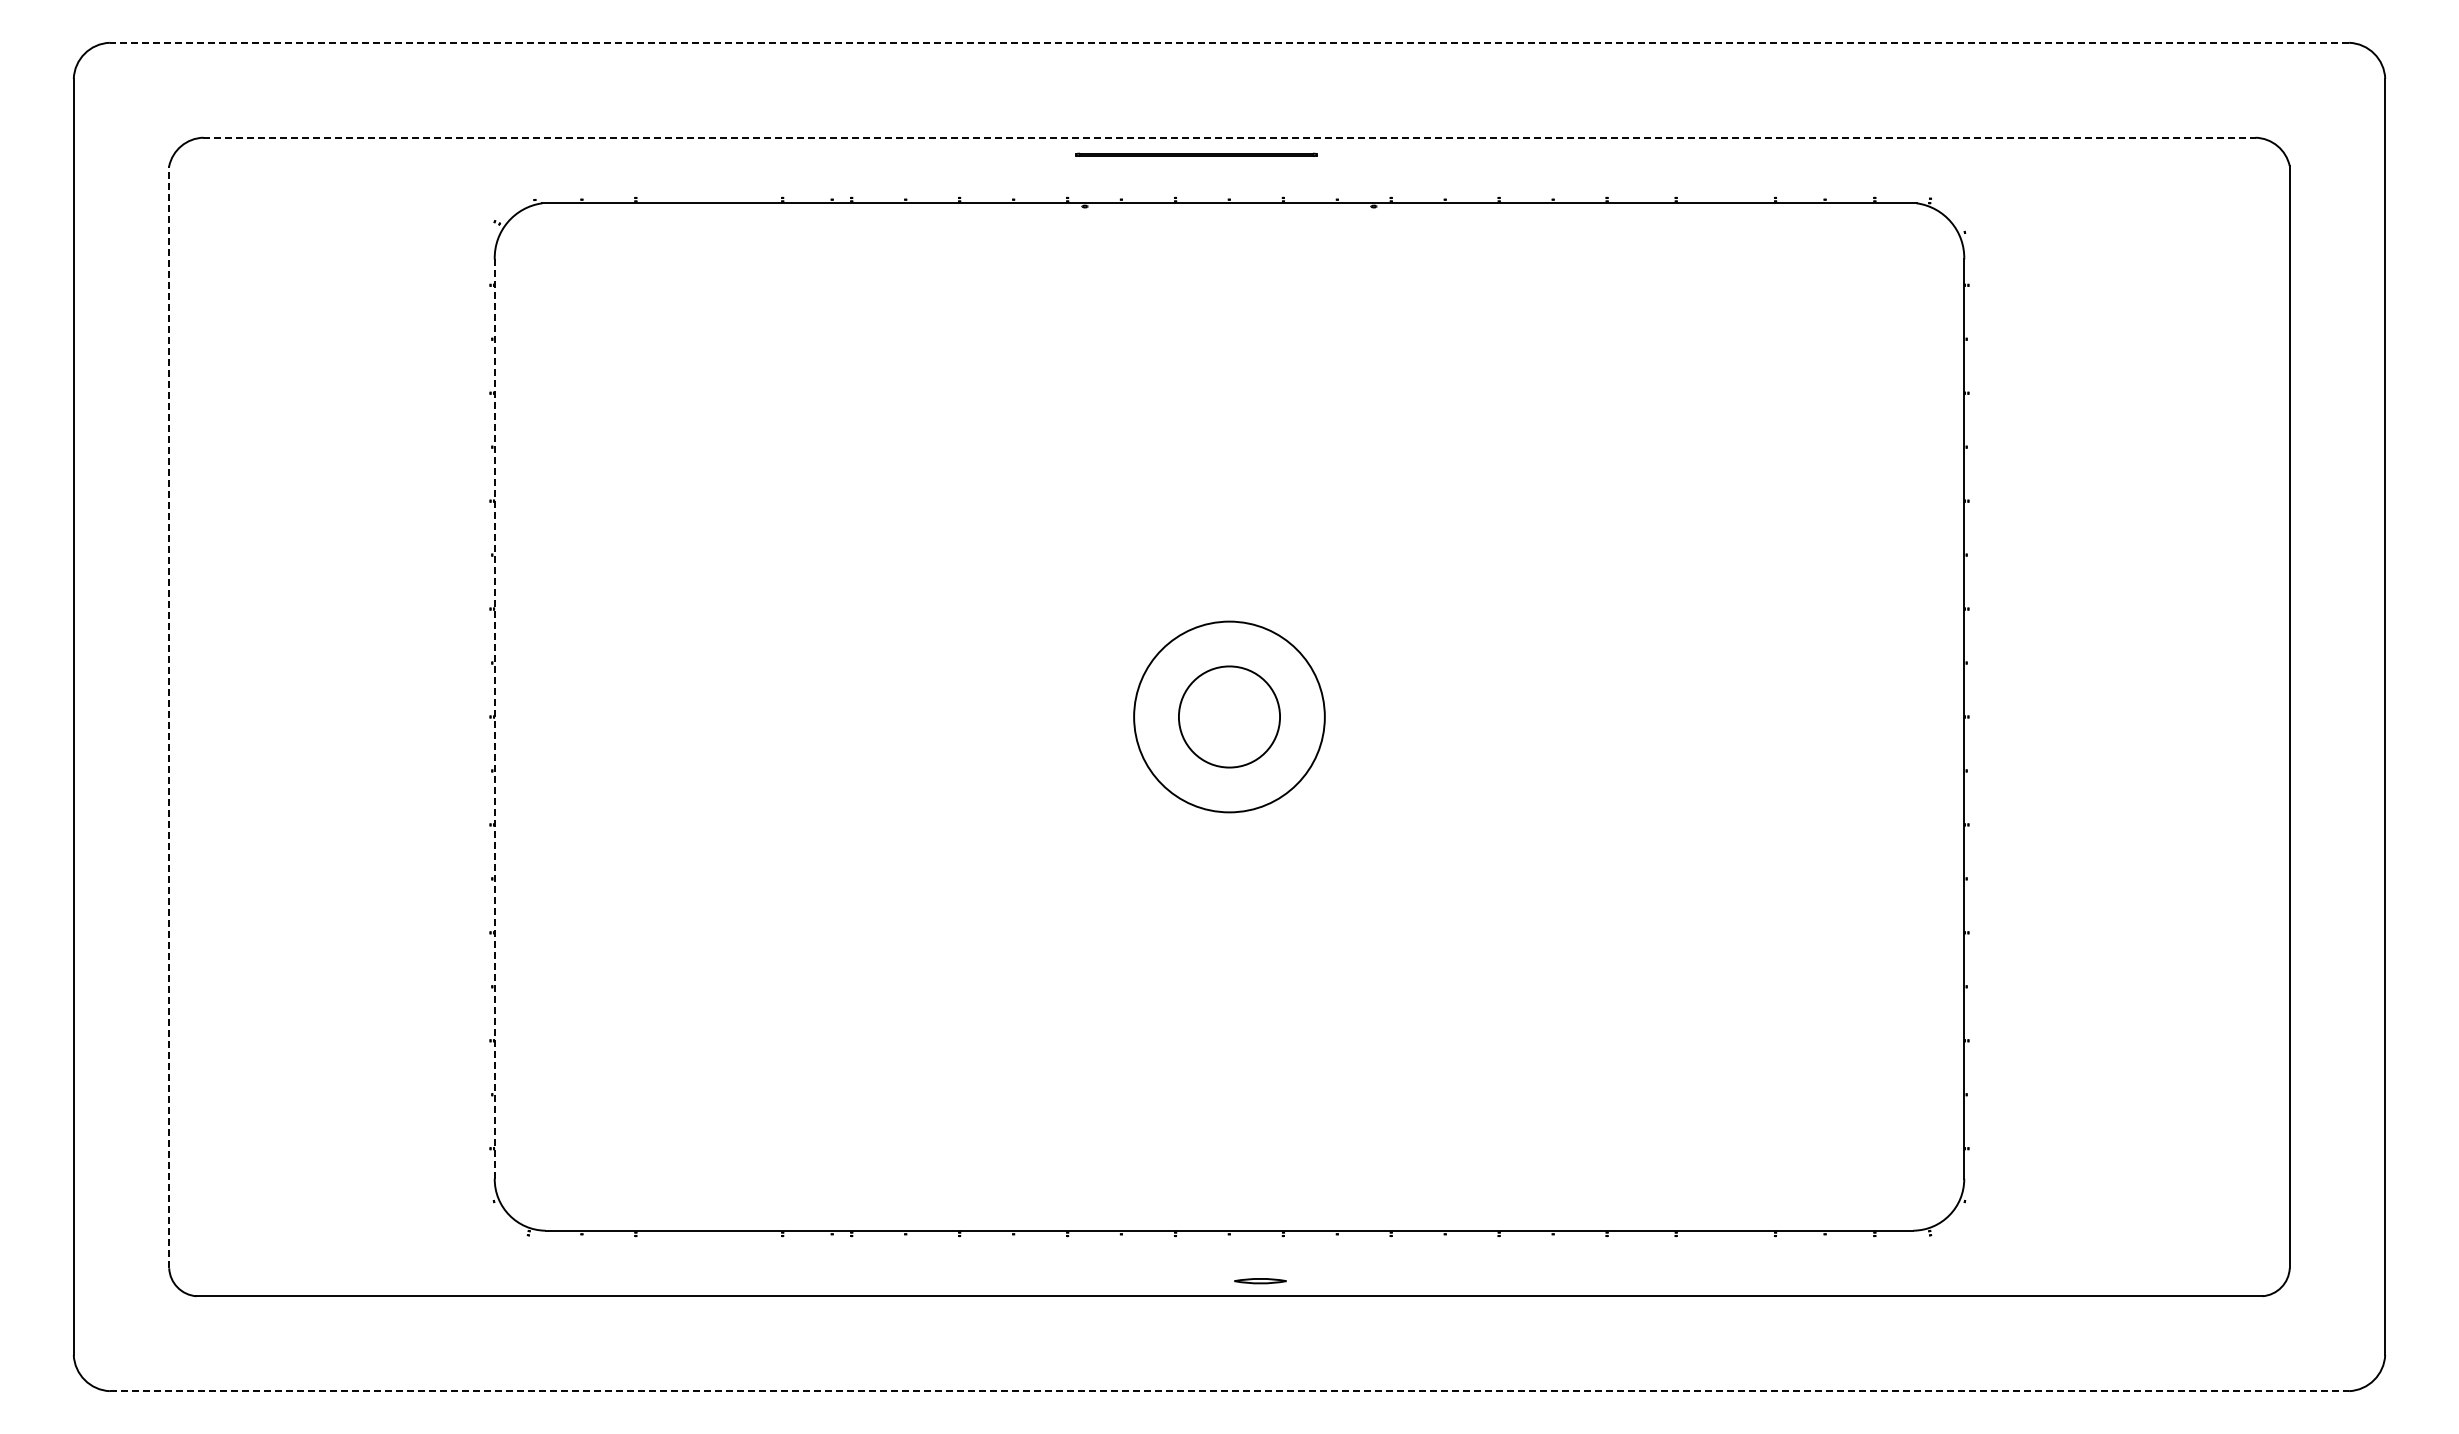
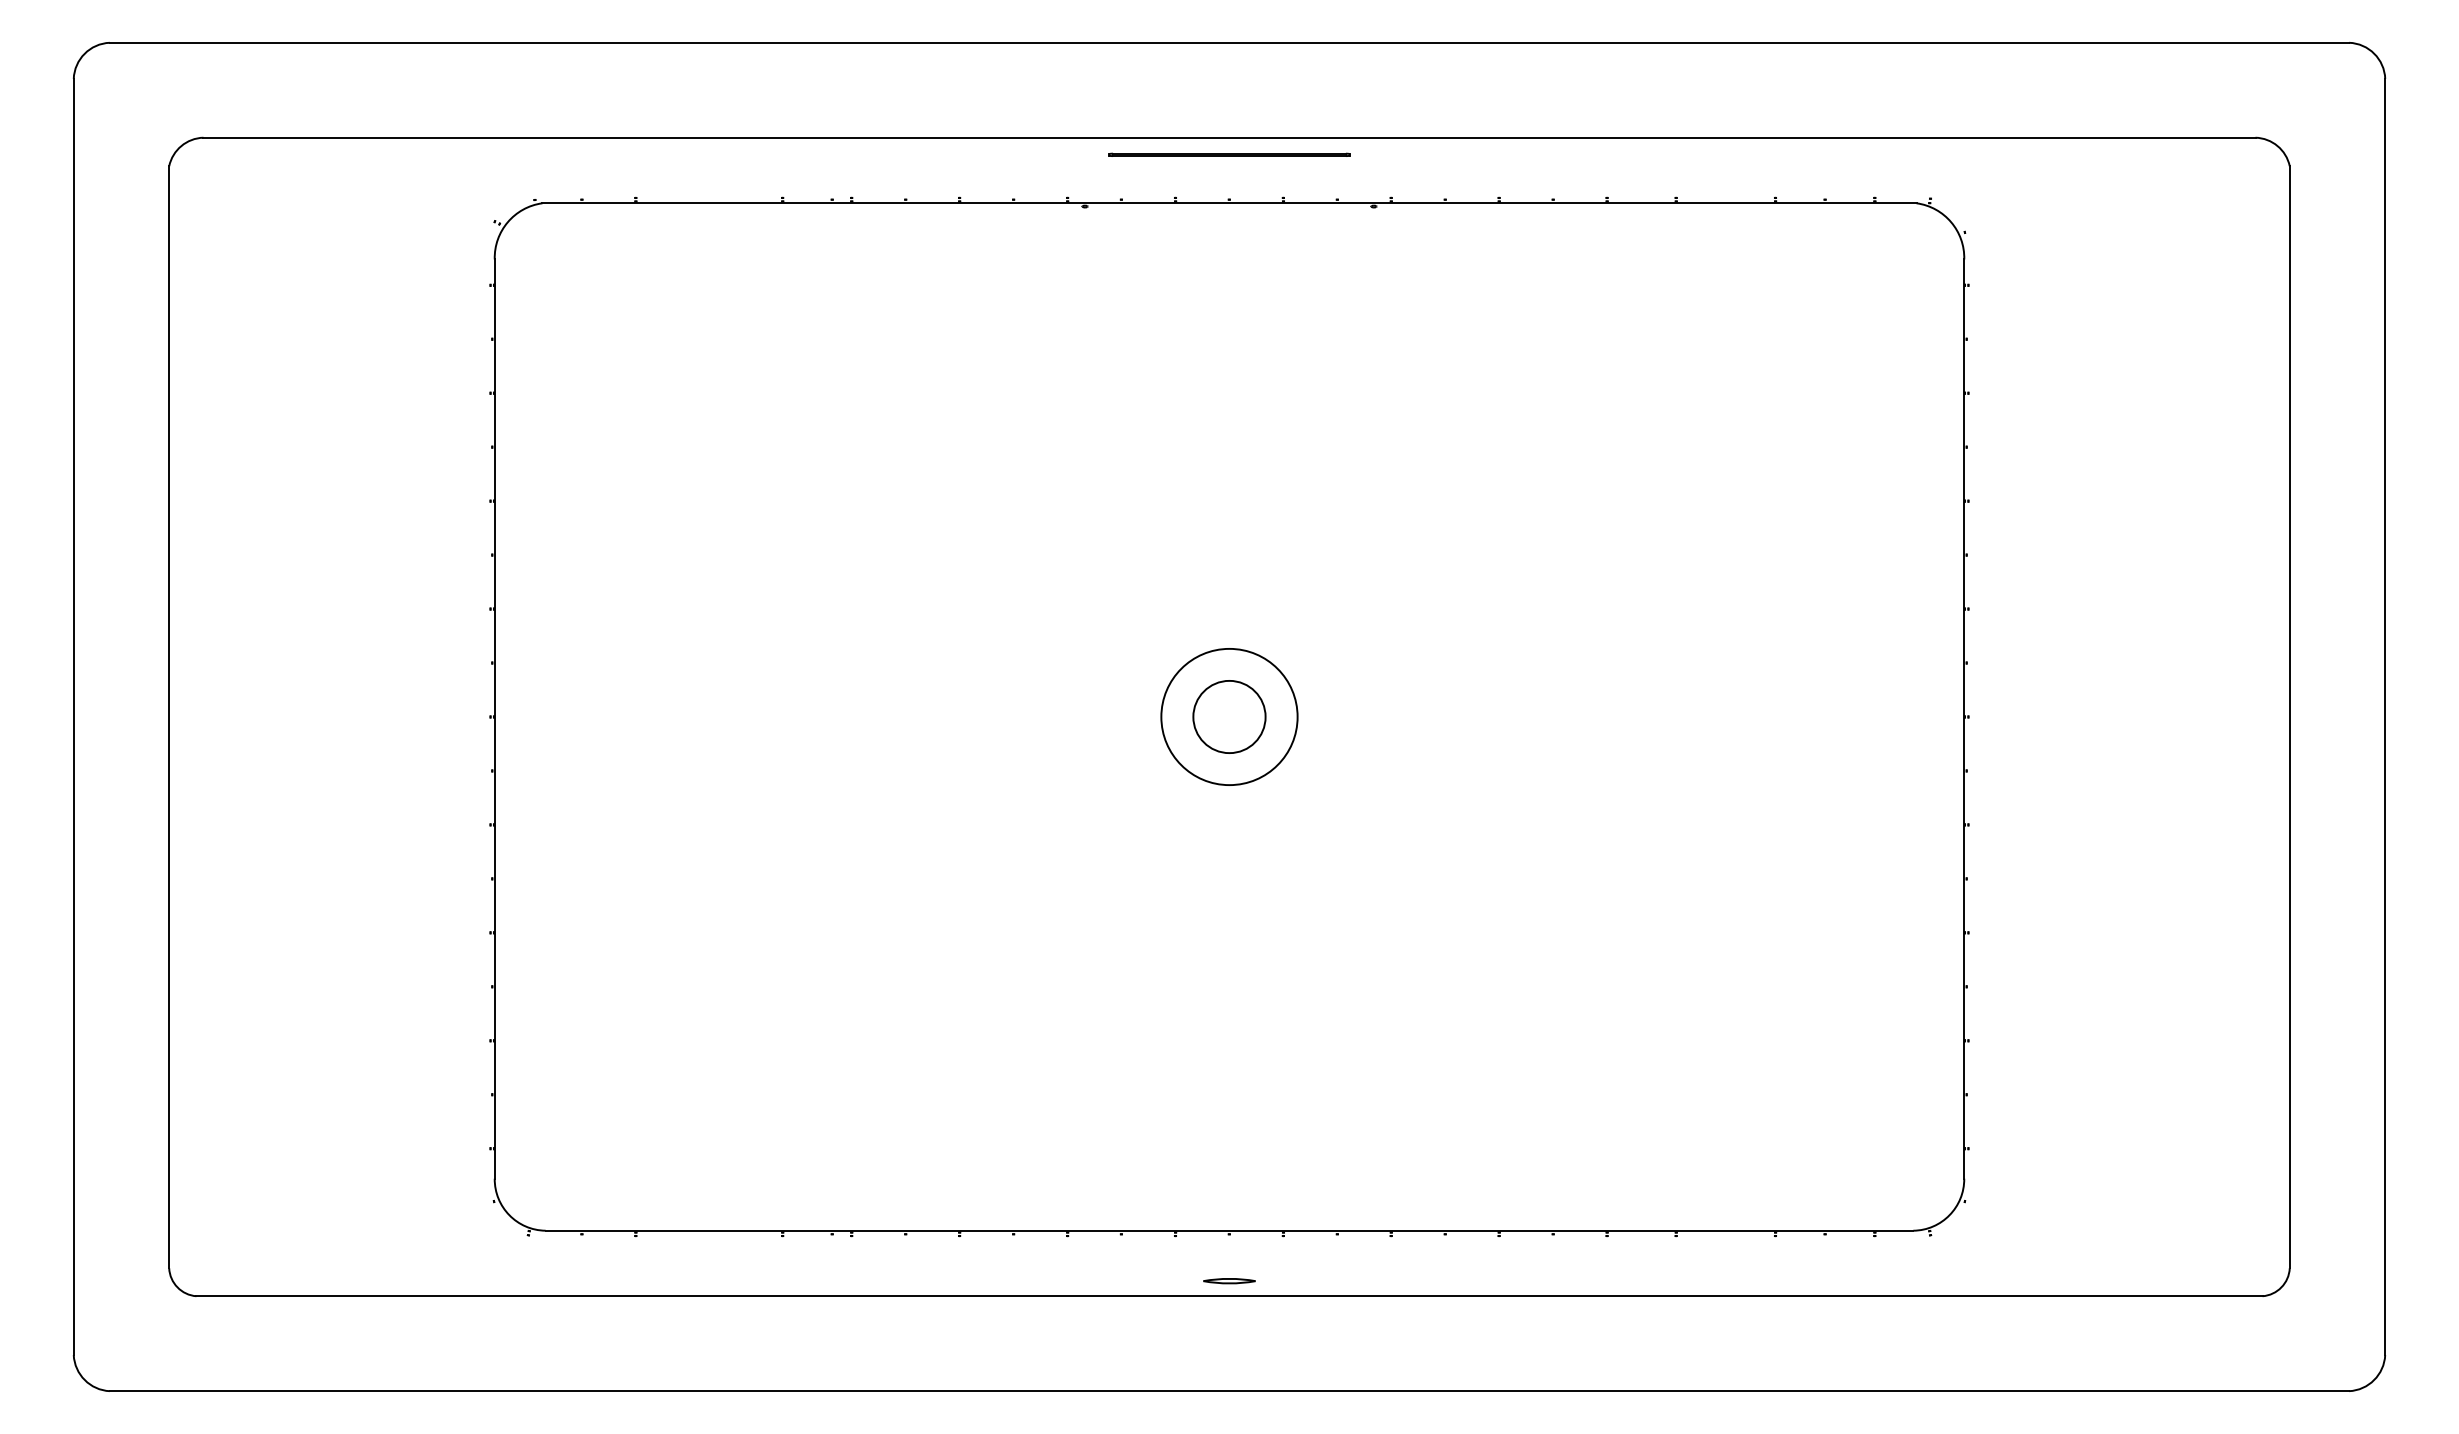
line at (1229, 42): dashed -> solid
line at (1229, 137): dashed -> solid
line at (1196, 154) position: (1196, 154) -> (1229, 154)
line at (169, 716): dashed -> solid
circle at (1229, 716) diameter: 101 px -> 72 px
circle at (1229, 716) diameter: 191 px -> 136 px
line at (494, 719): dashed -> solid
part at (1260, 1281) position: (1260, 1281) -> (1229, 1281)
line at (1229, 1391): dashed -> solid
